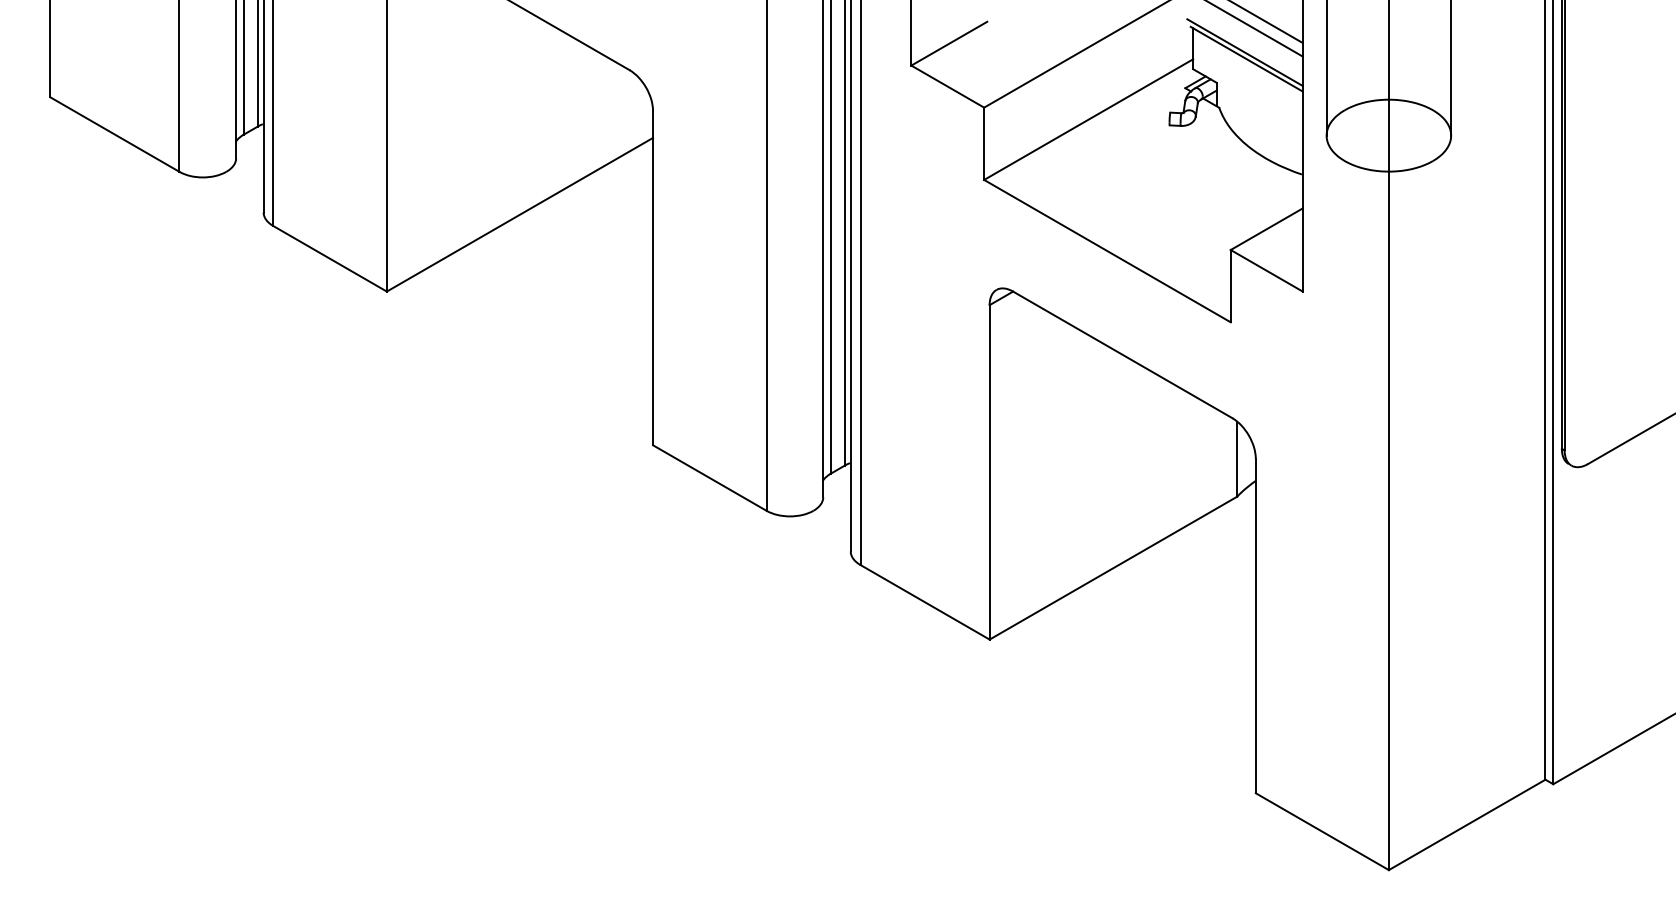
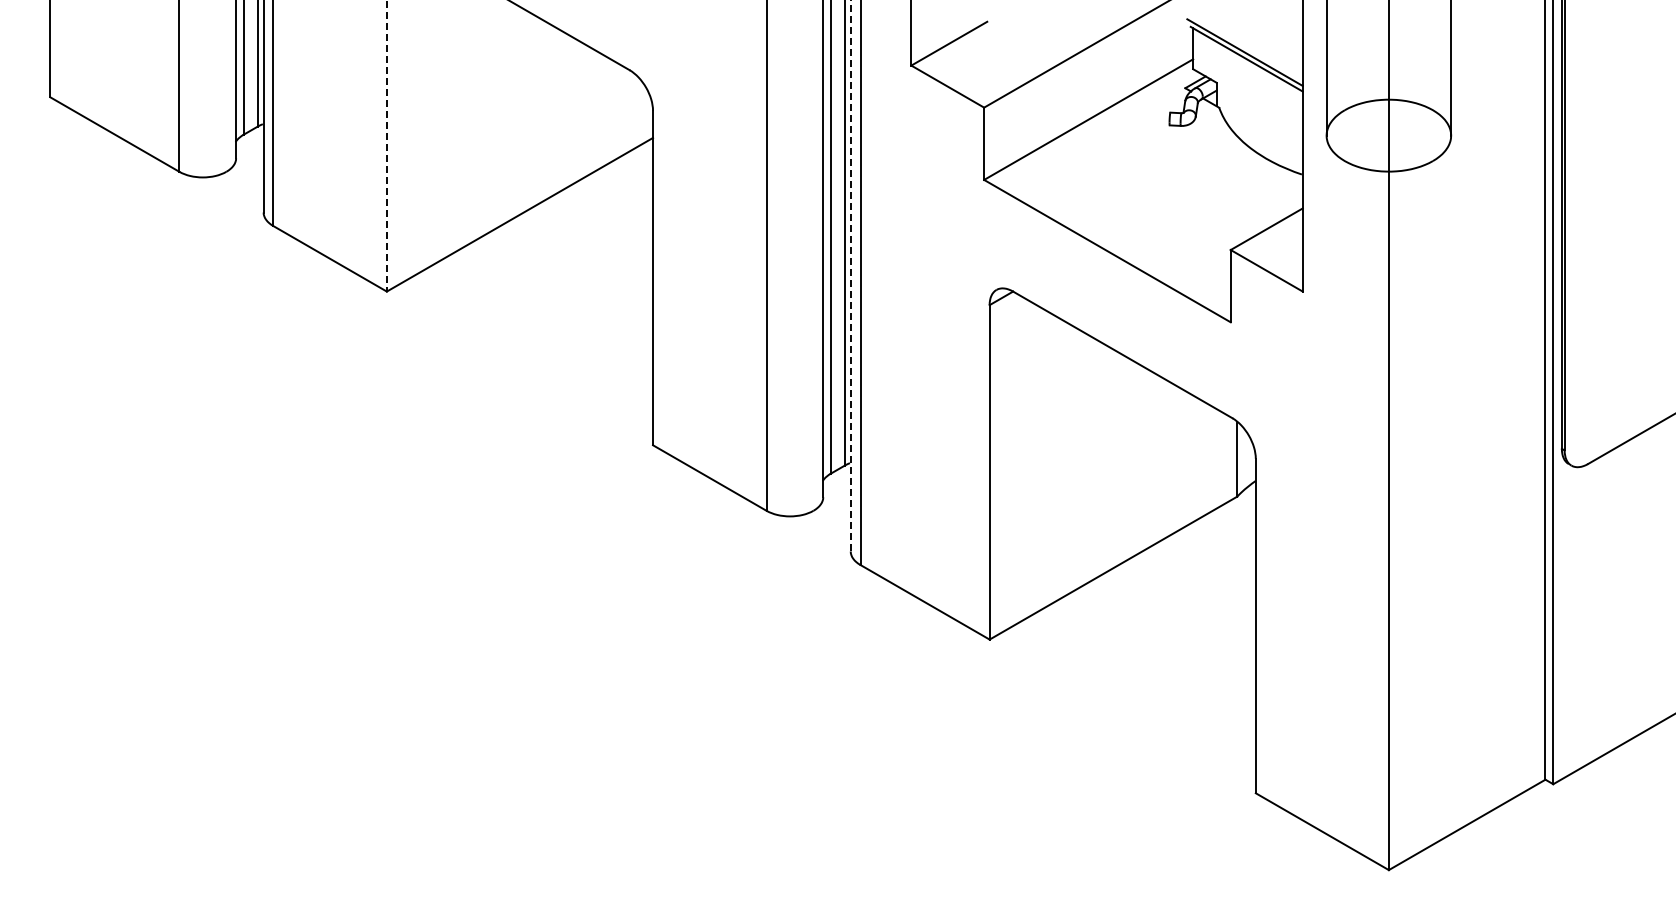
line at (1267, 22): present -> none
line at (1255, 29): present -> none
line at (386, 145): solid -> dashed
line at (850, 275): solid -> dashed
